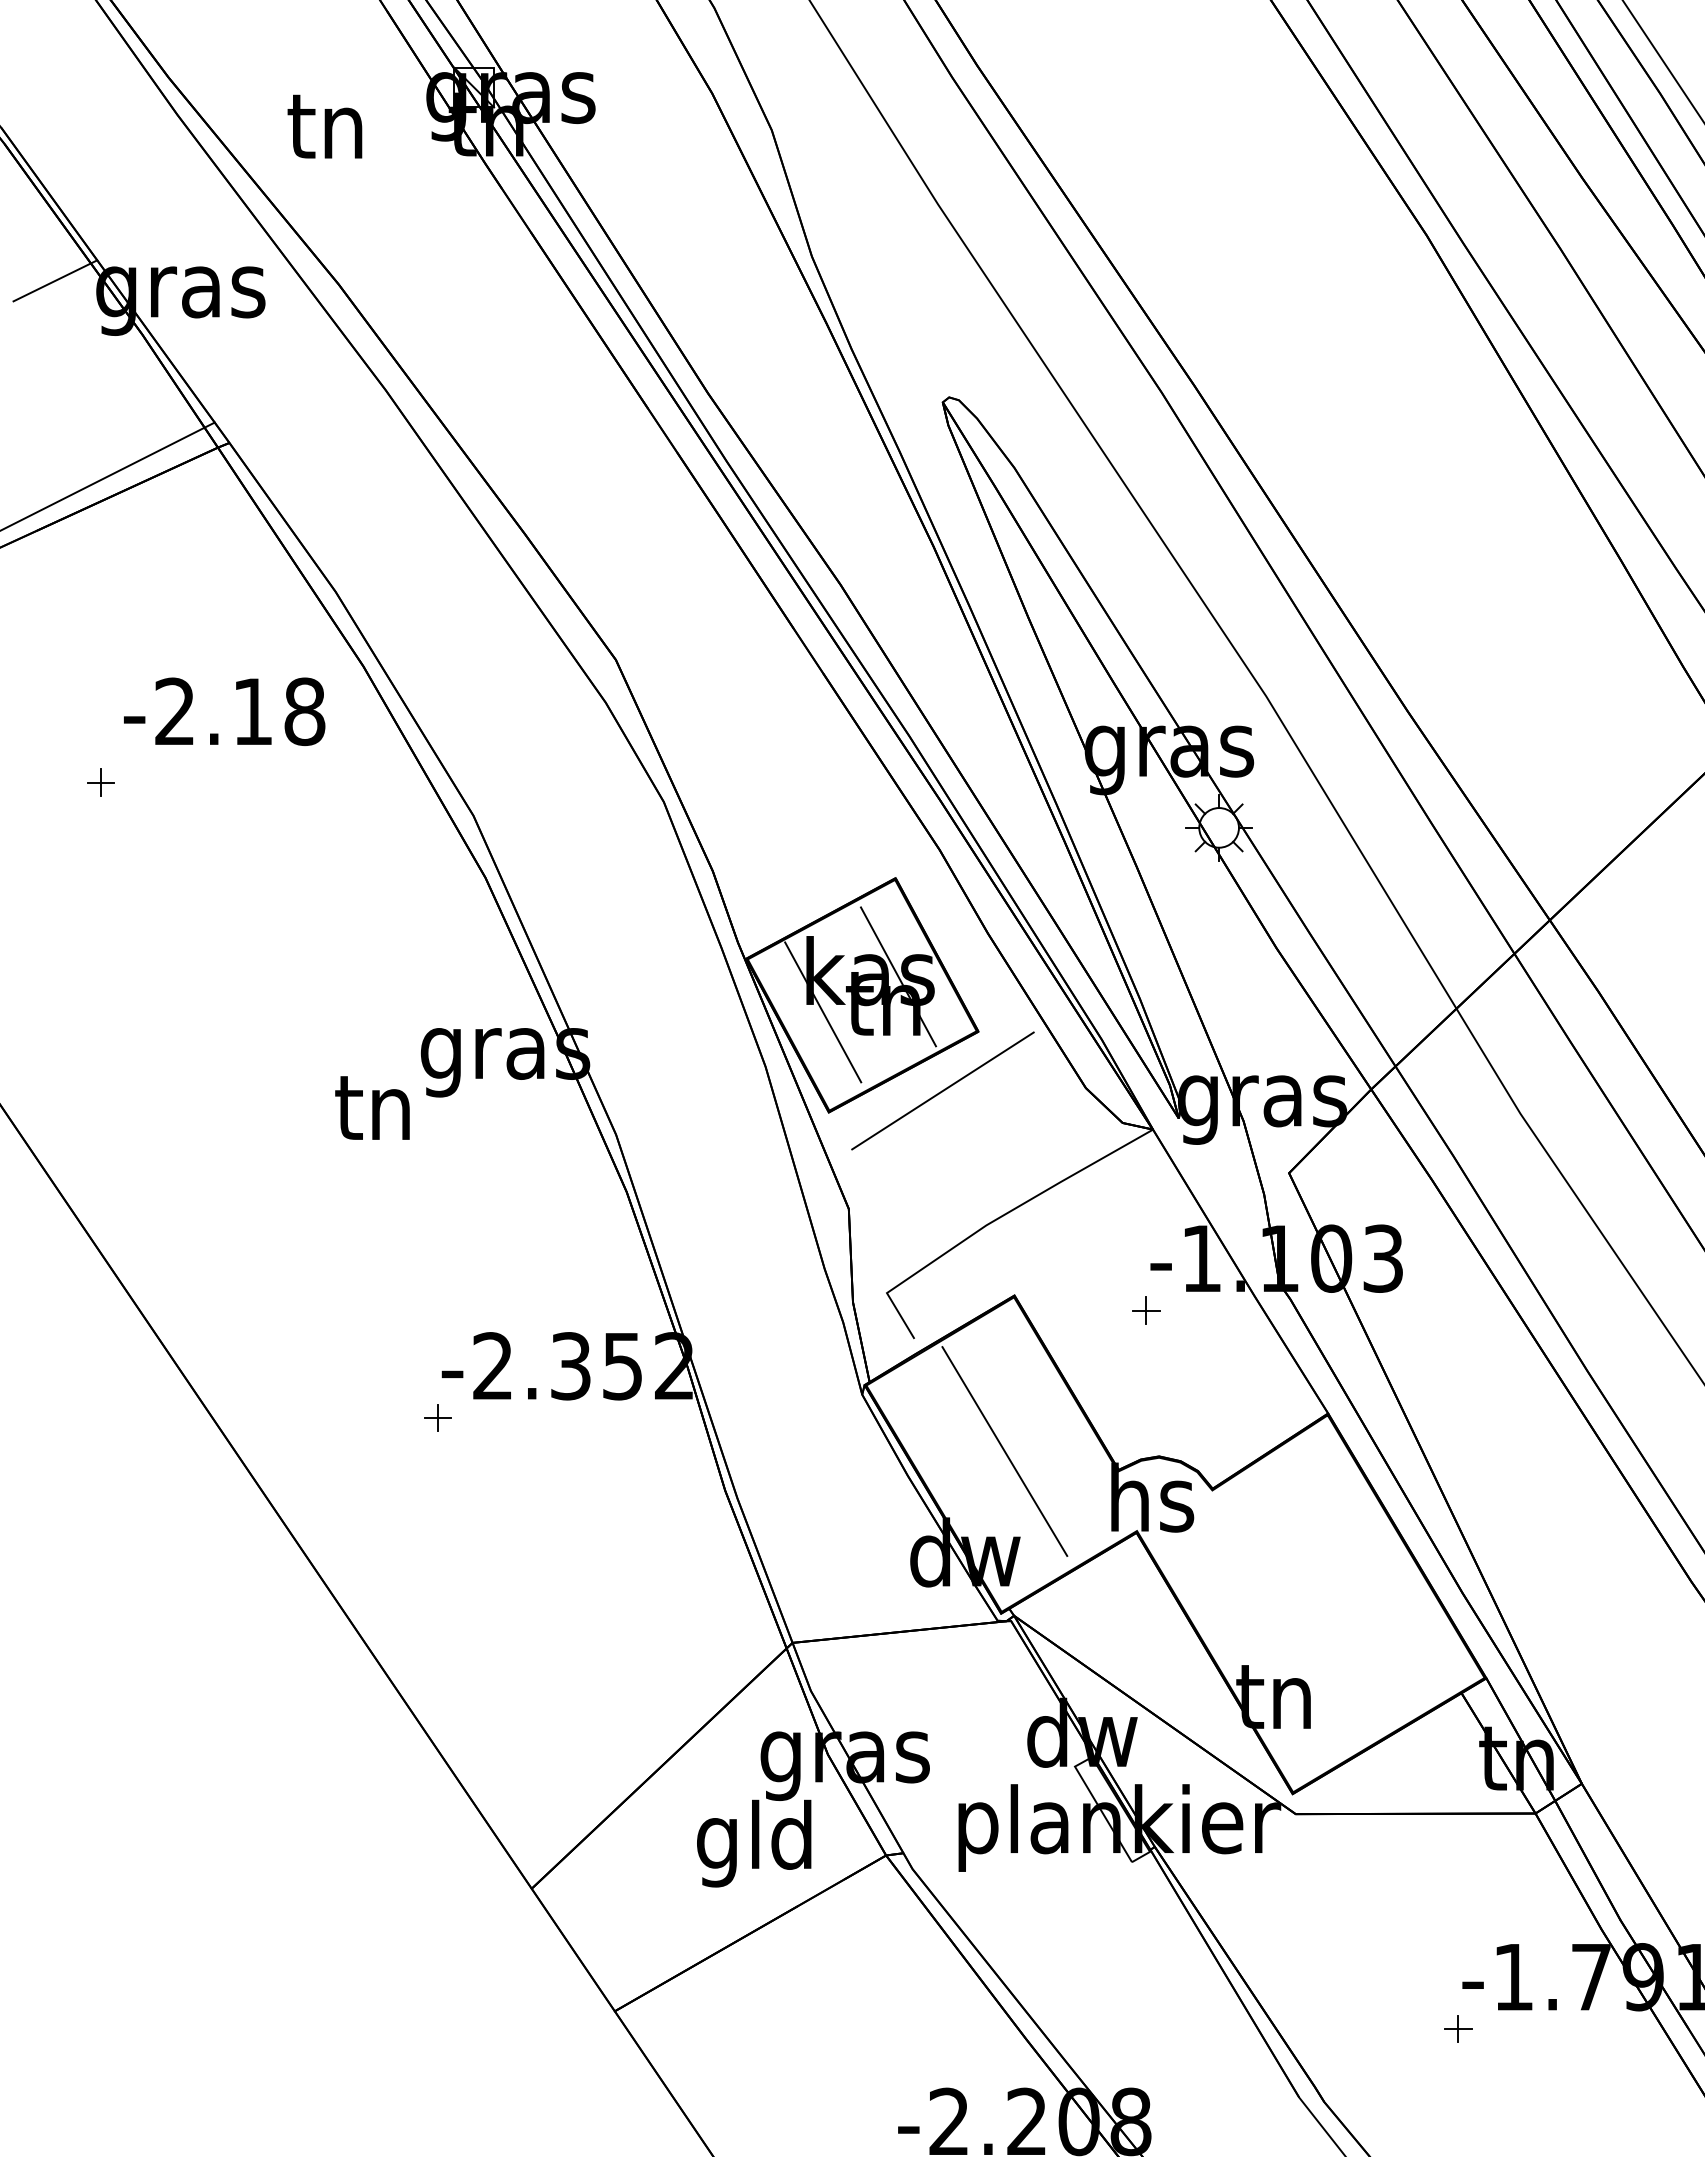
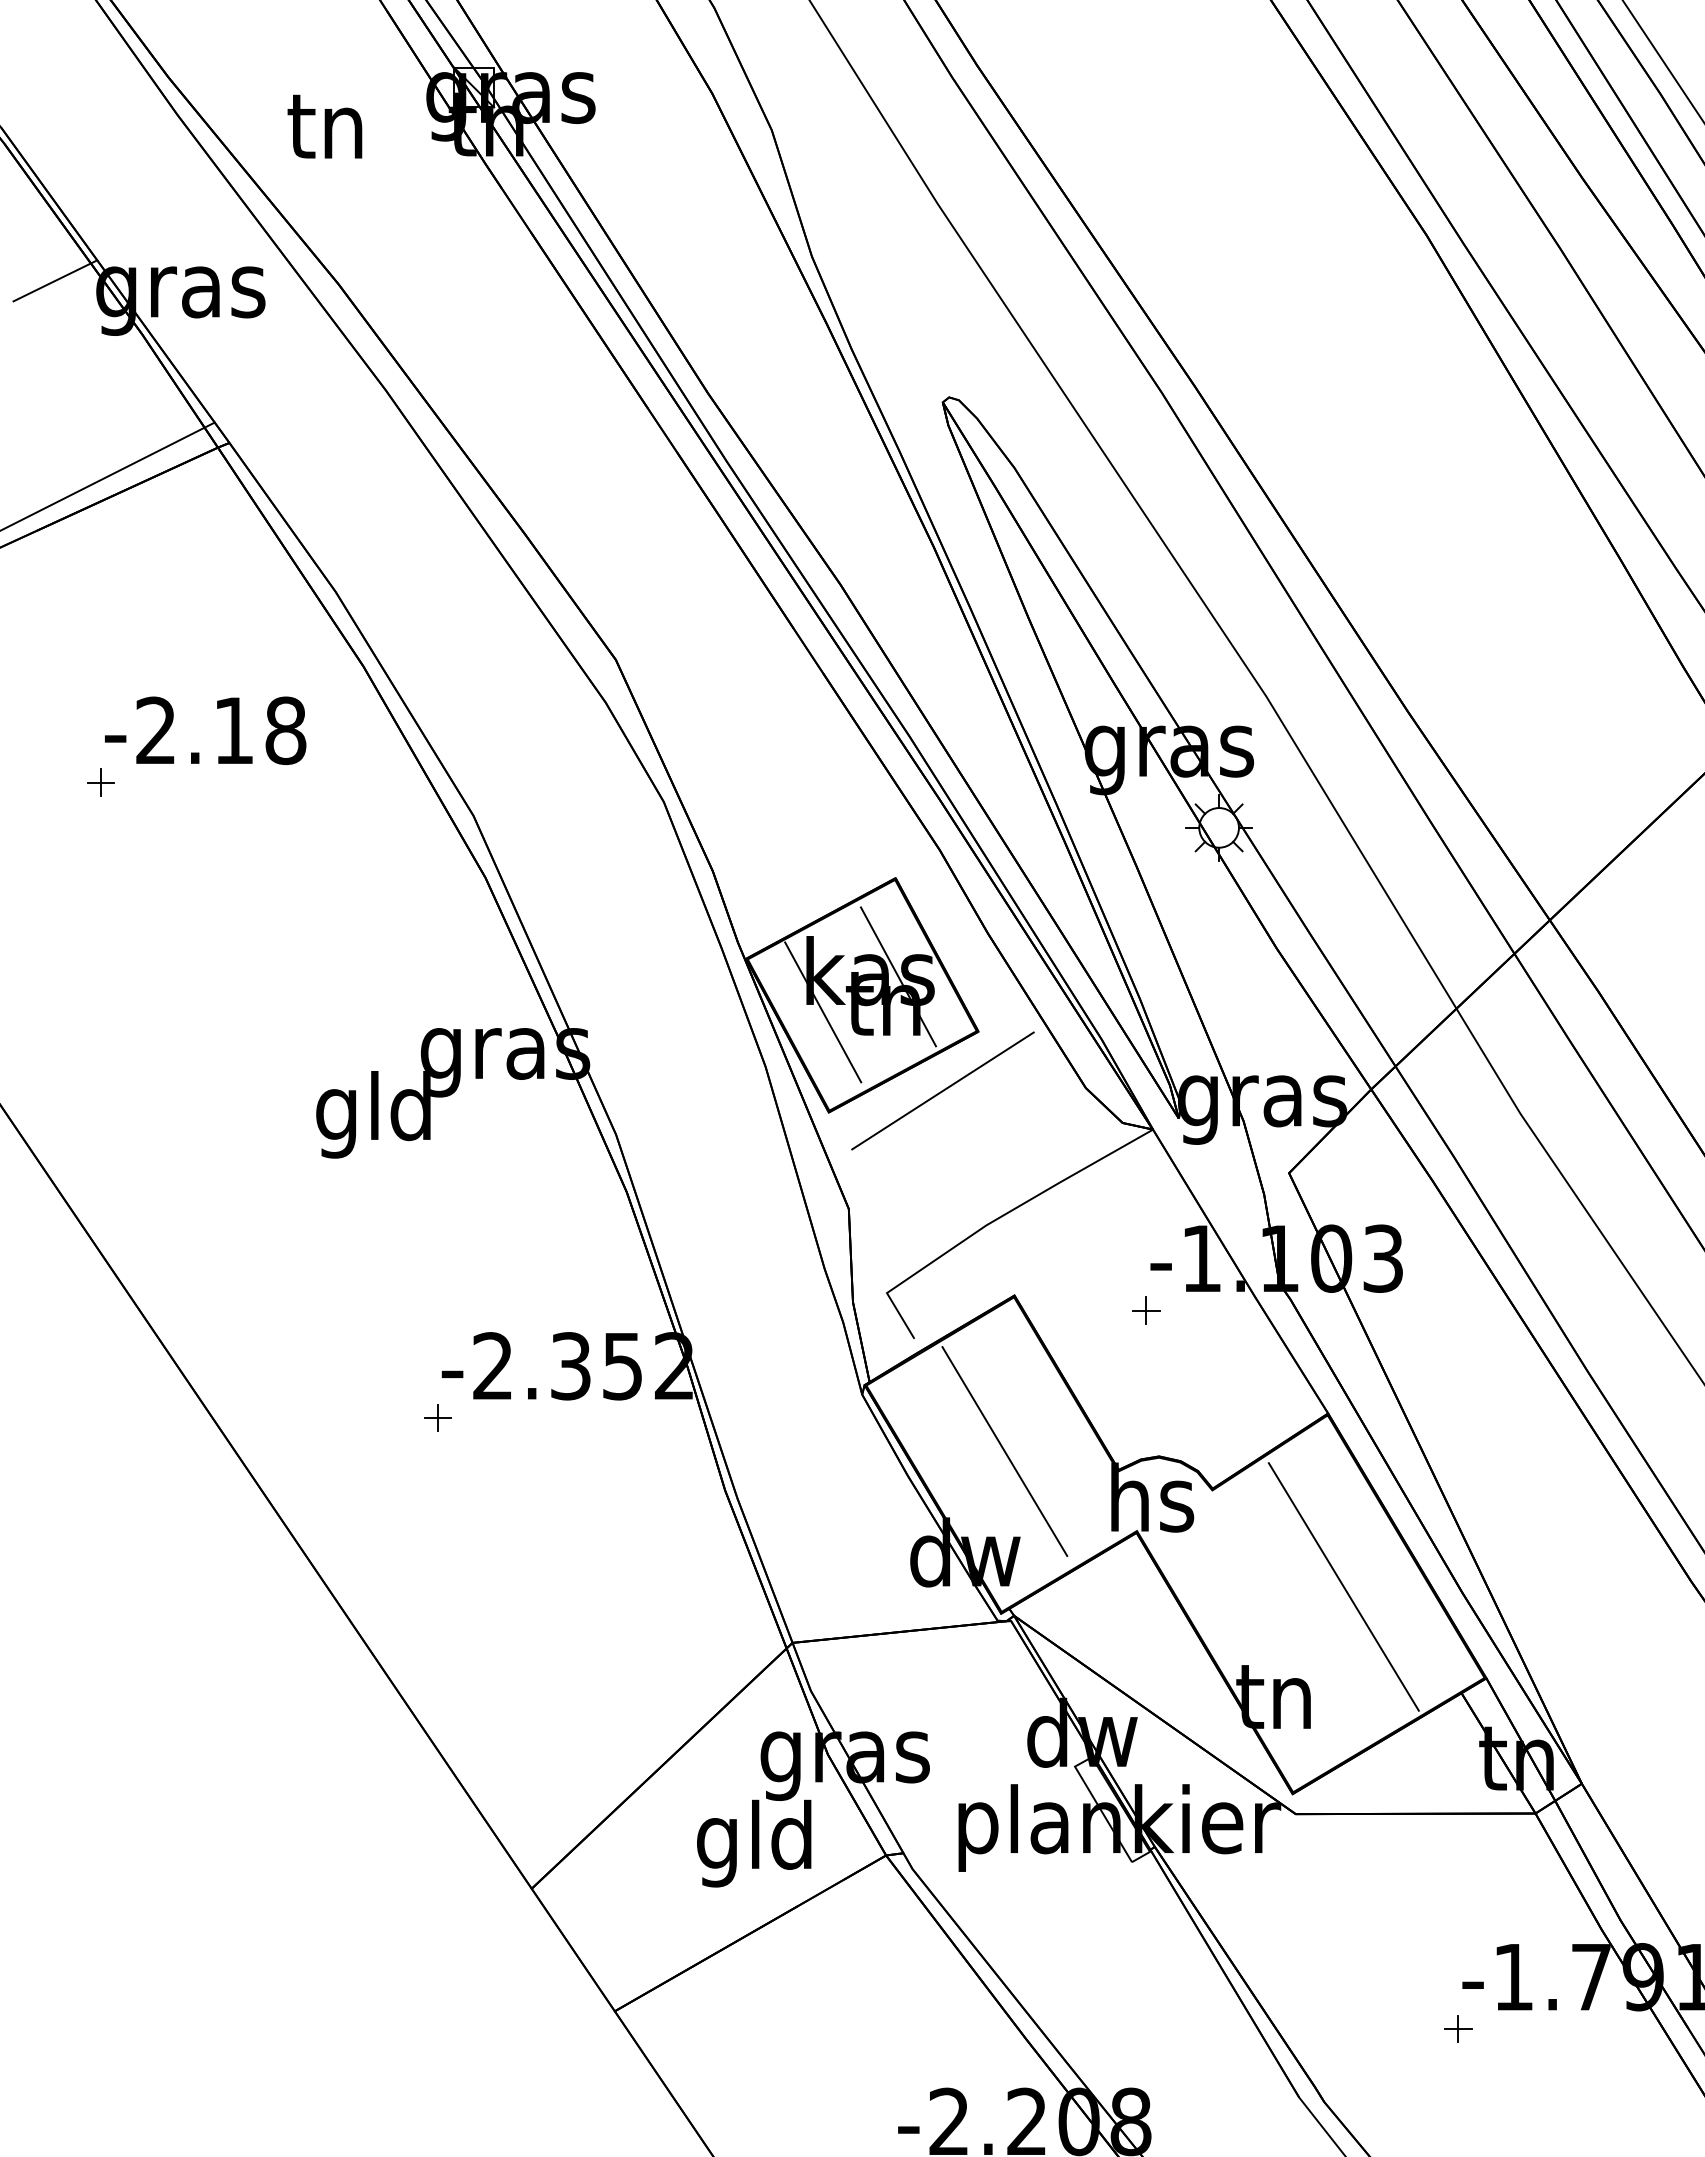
text at (224, 711) position: (224, 711) -> (205, 730)
text at (373, 1114): tn -> gld
line at (1343, 1586): none -> present
